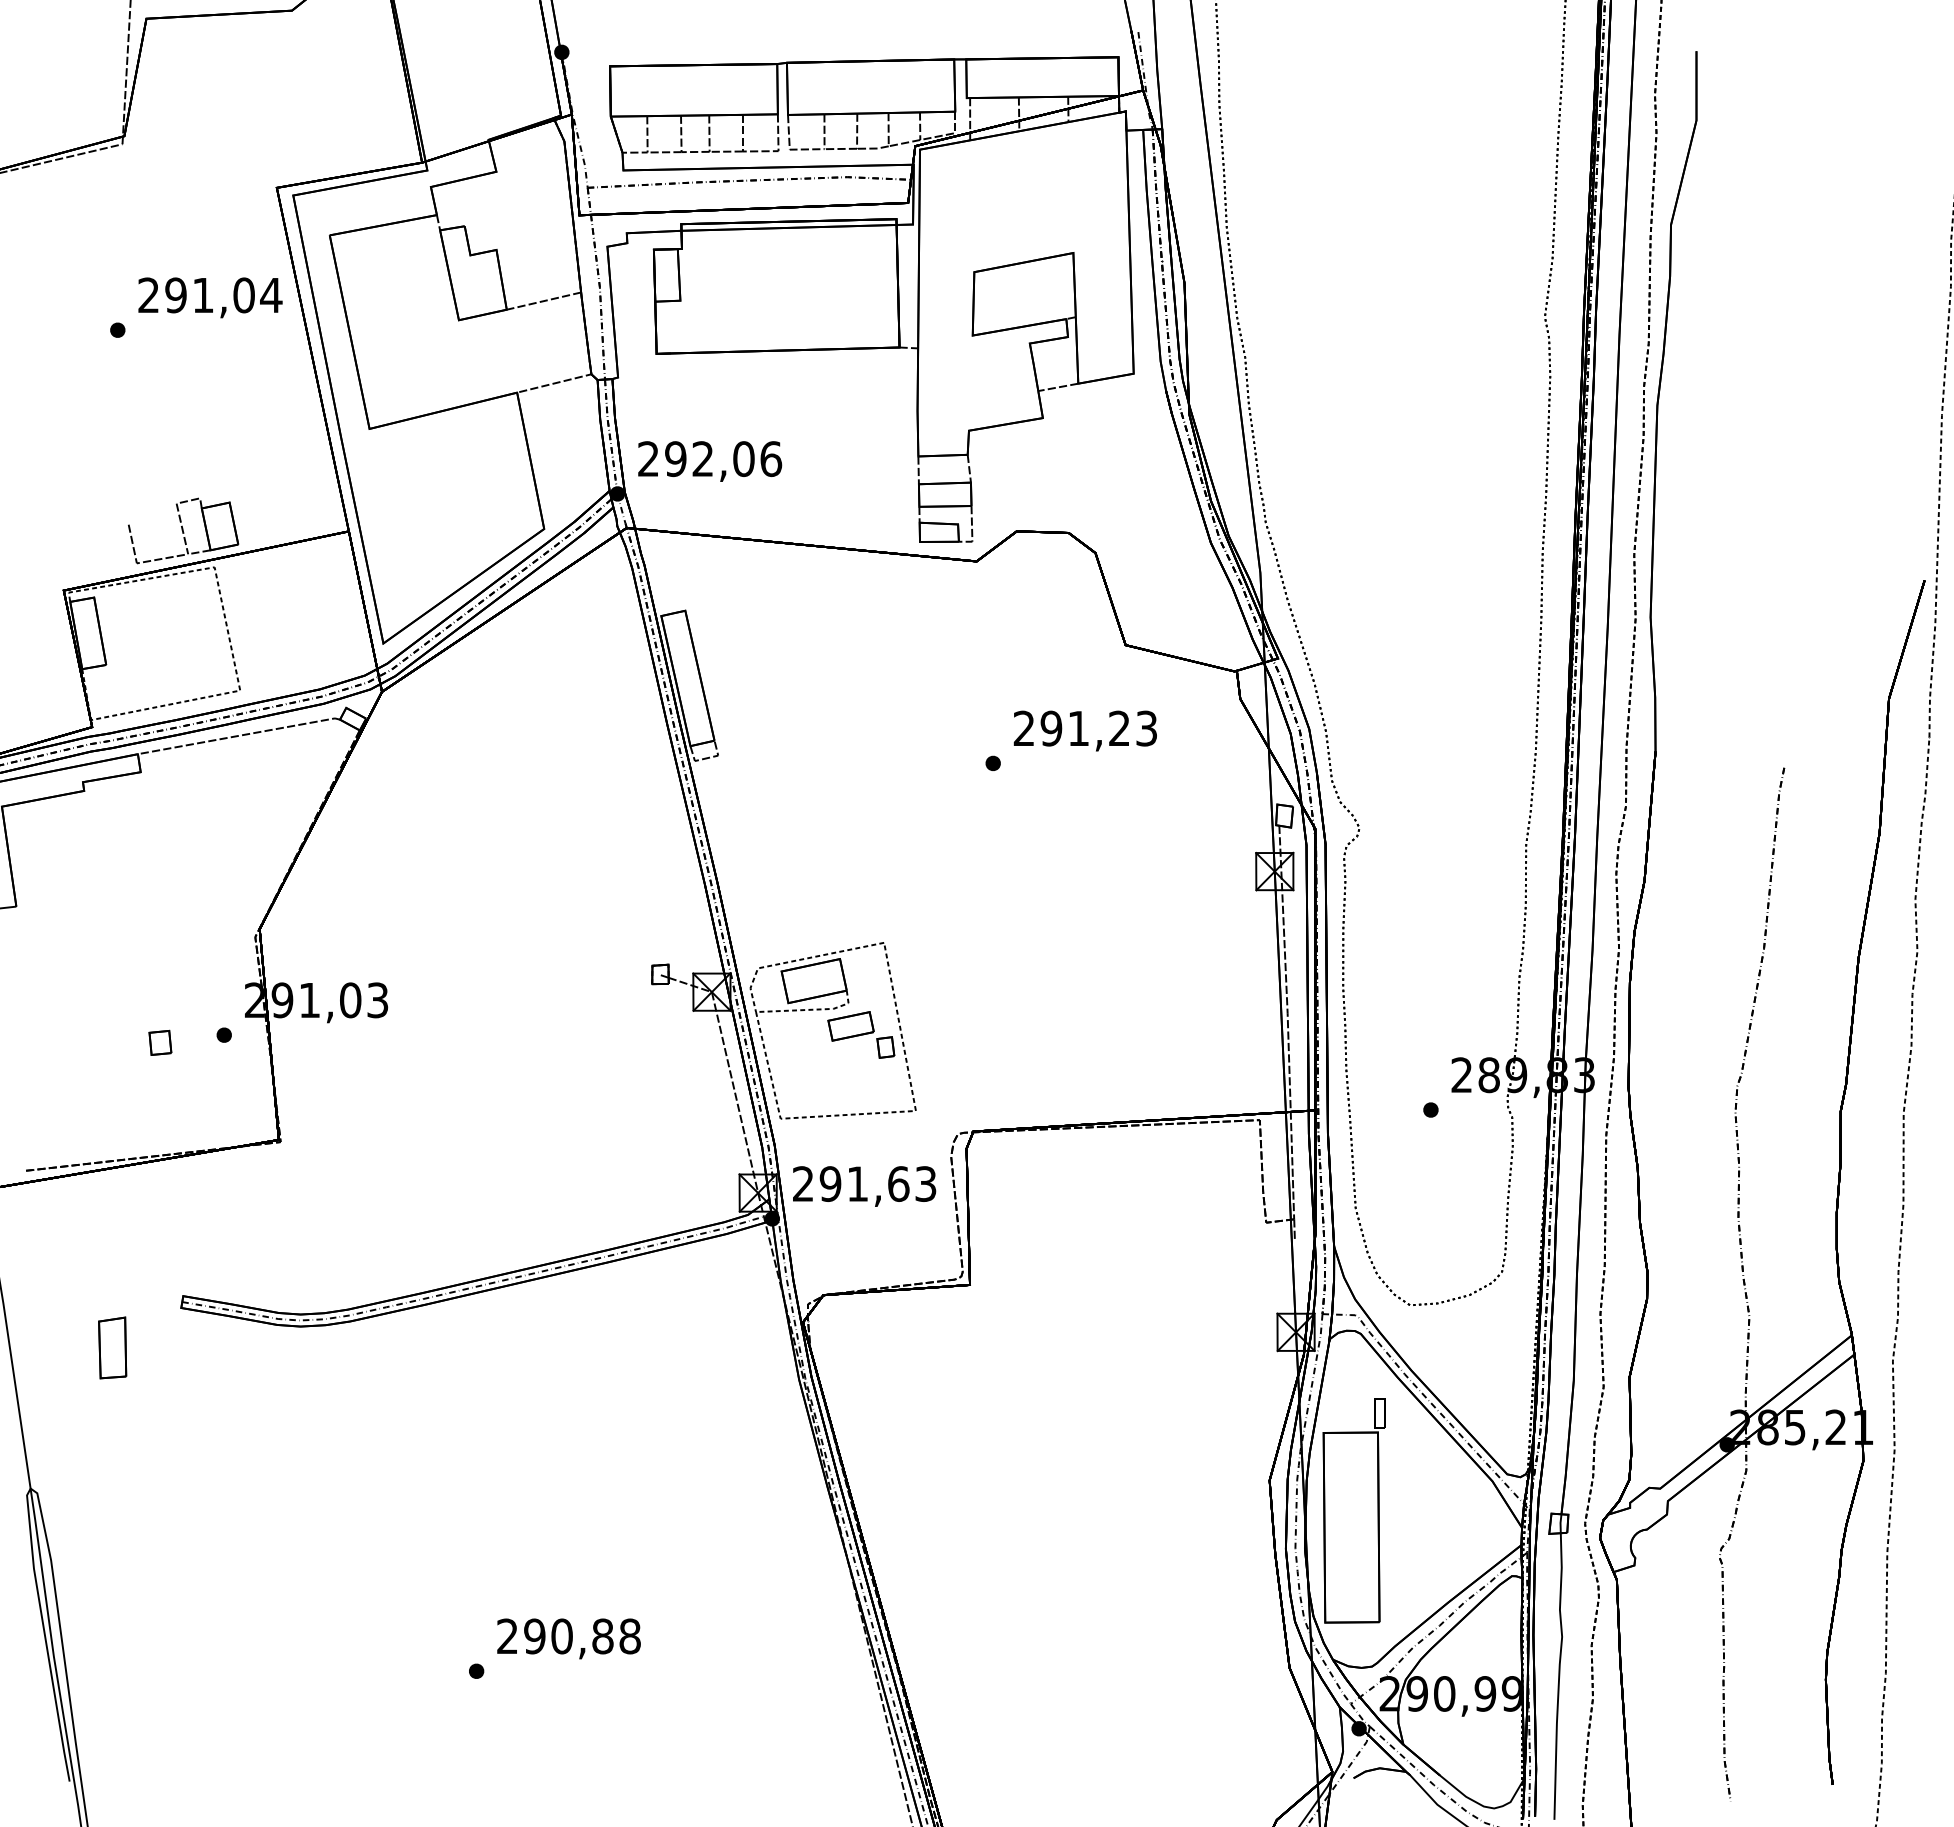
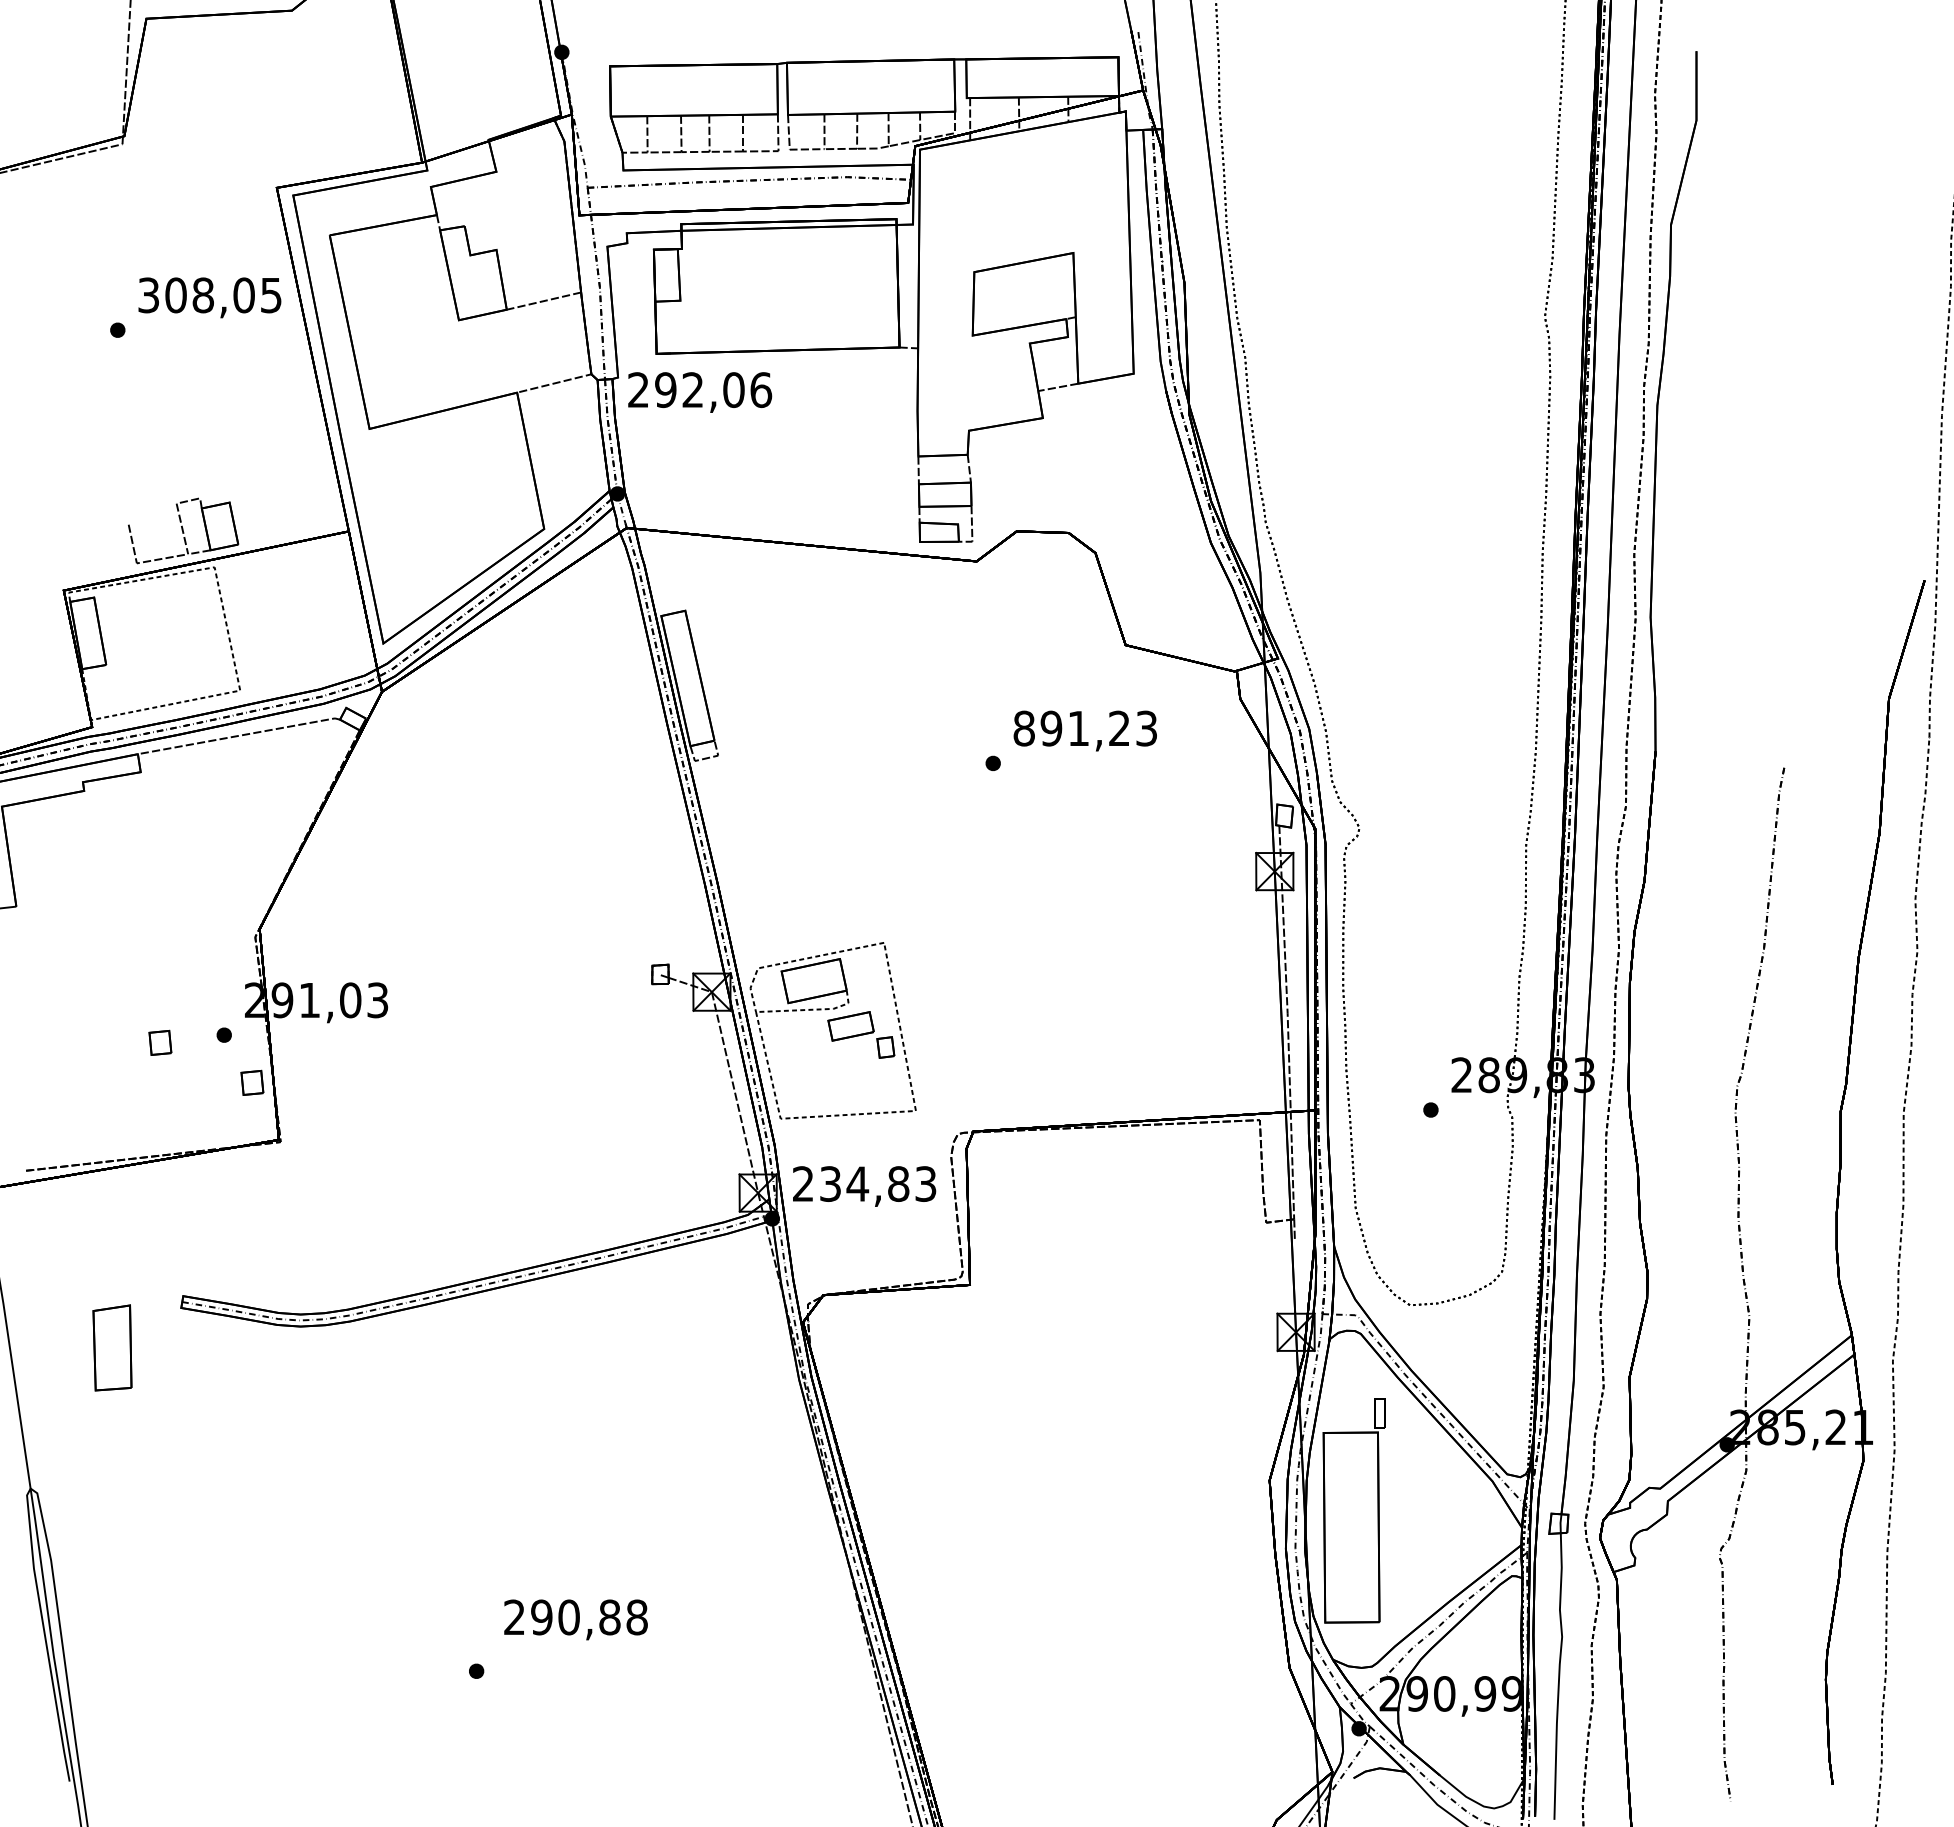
text at (210, 295): 291,04 -> 308,05
text at (710, 461) position: (710, 461) -> (700, 392)
text at (1023, 728): 291,23 -> 891,23
part at (252, 1082): none -> present
text at (864, 1183): 291,63 -> 234,83
part at (112, 1347) size: 30x64 px -> 41x88 px
text at (568, 1638) position: (568, 1638) -> (575, 1619)
